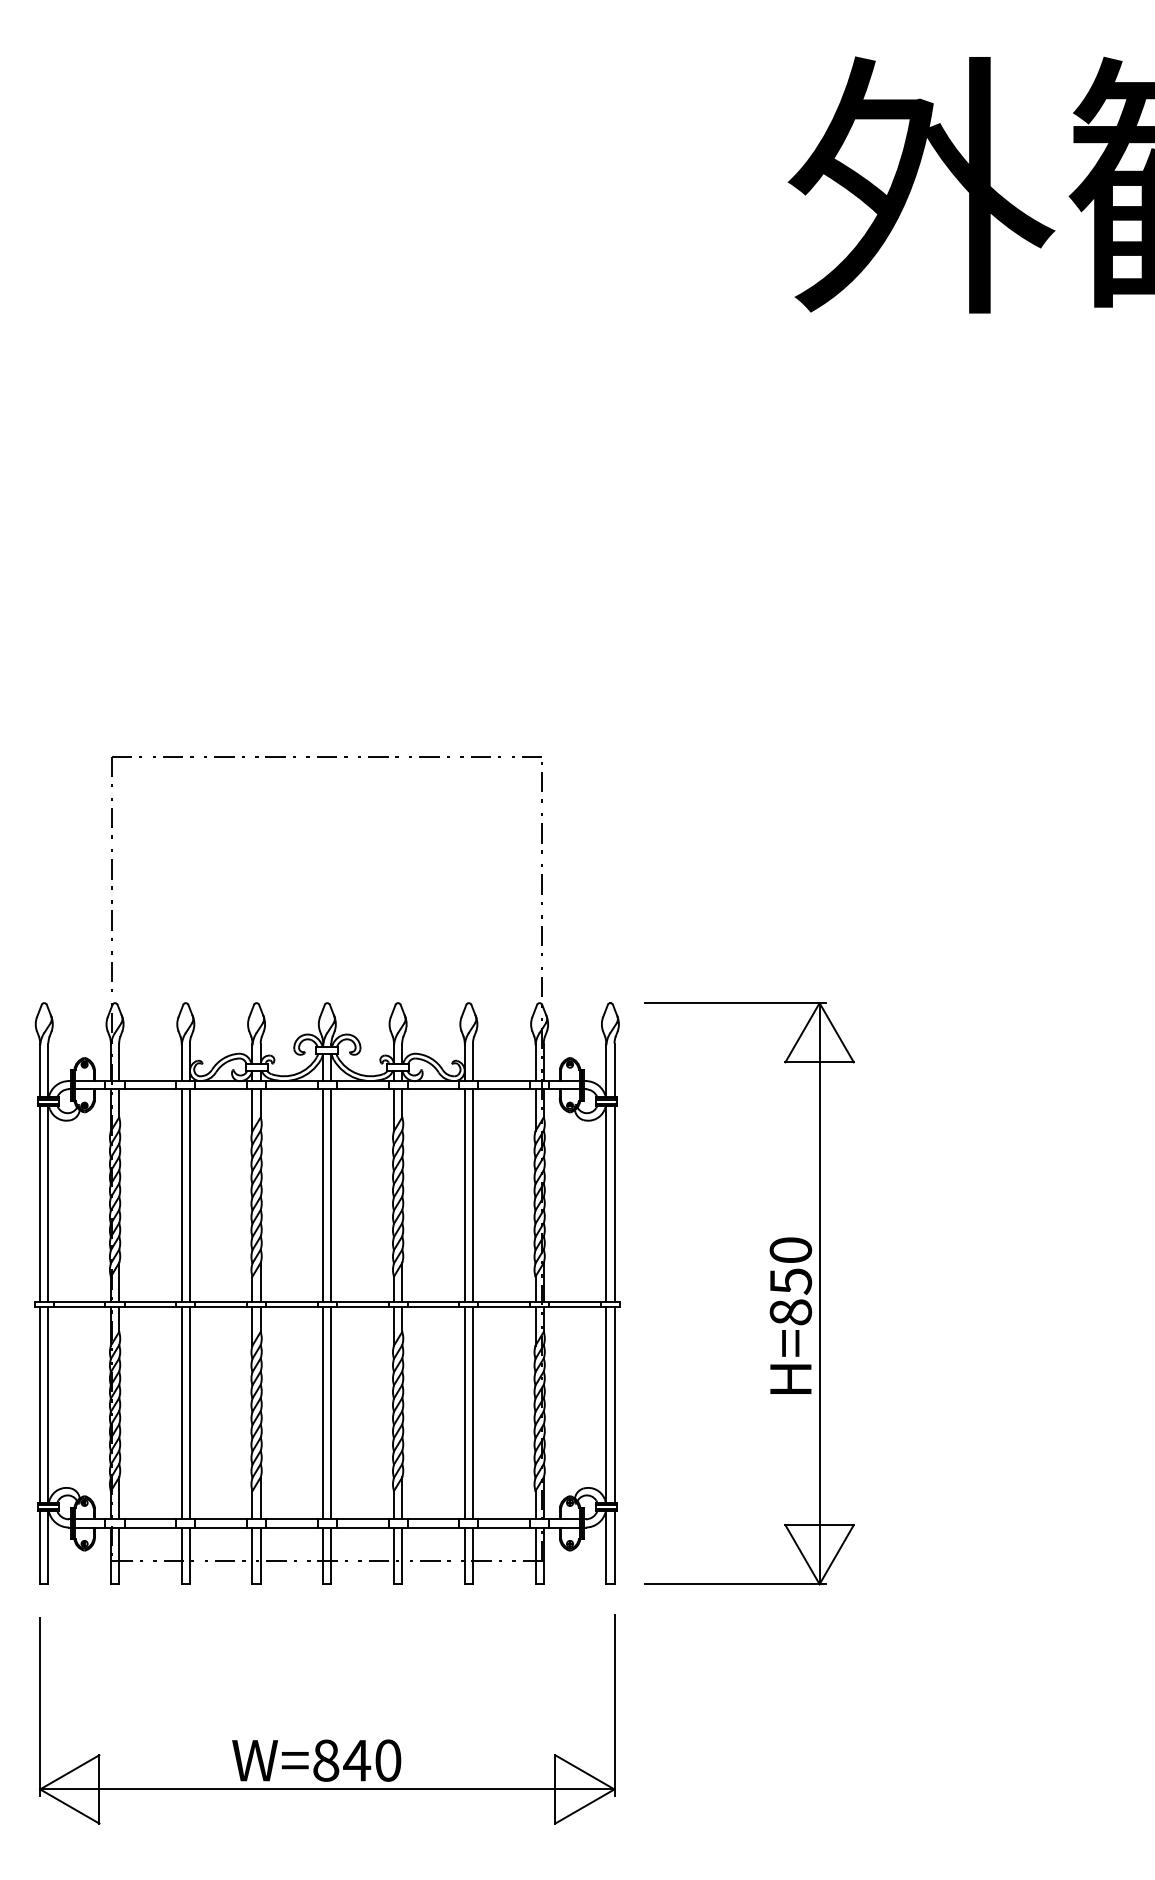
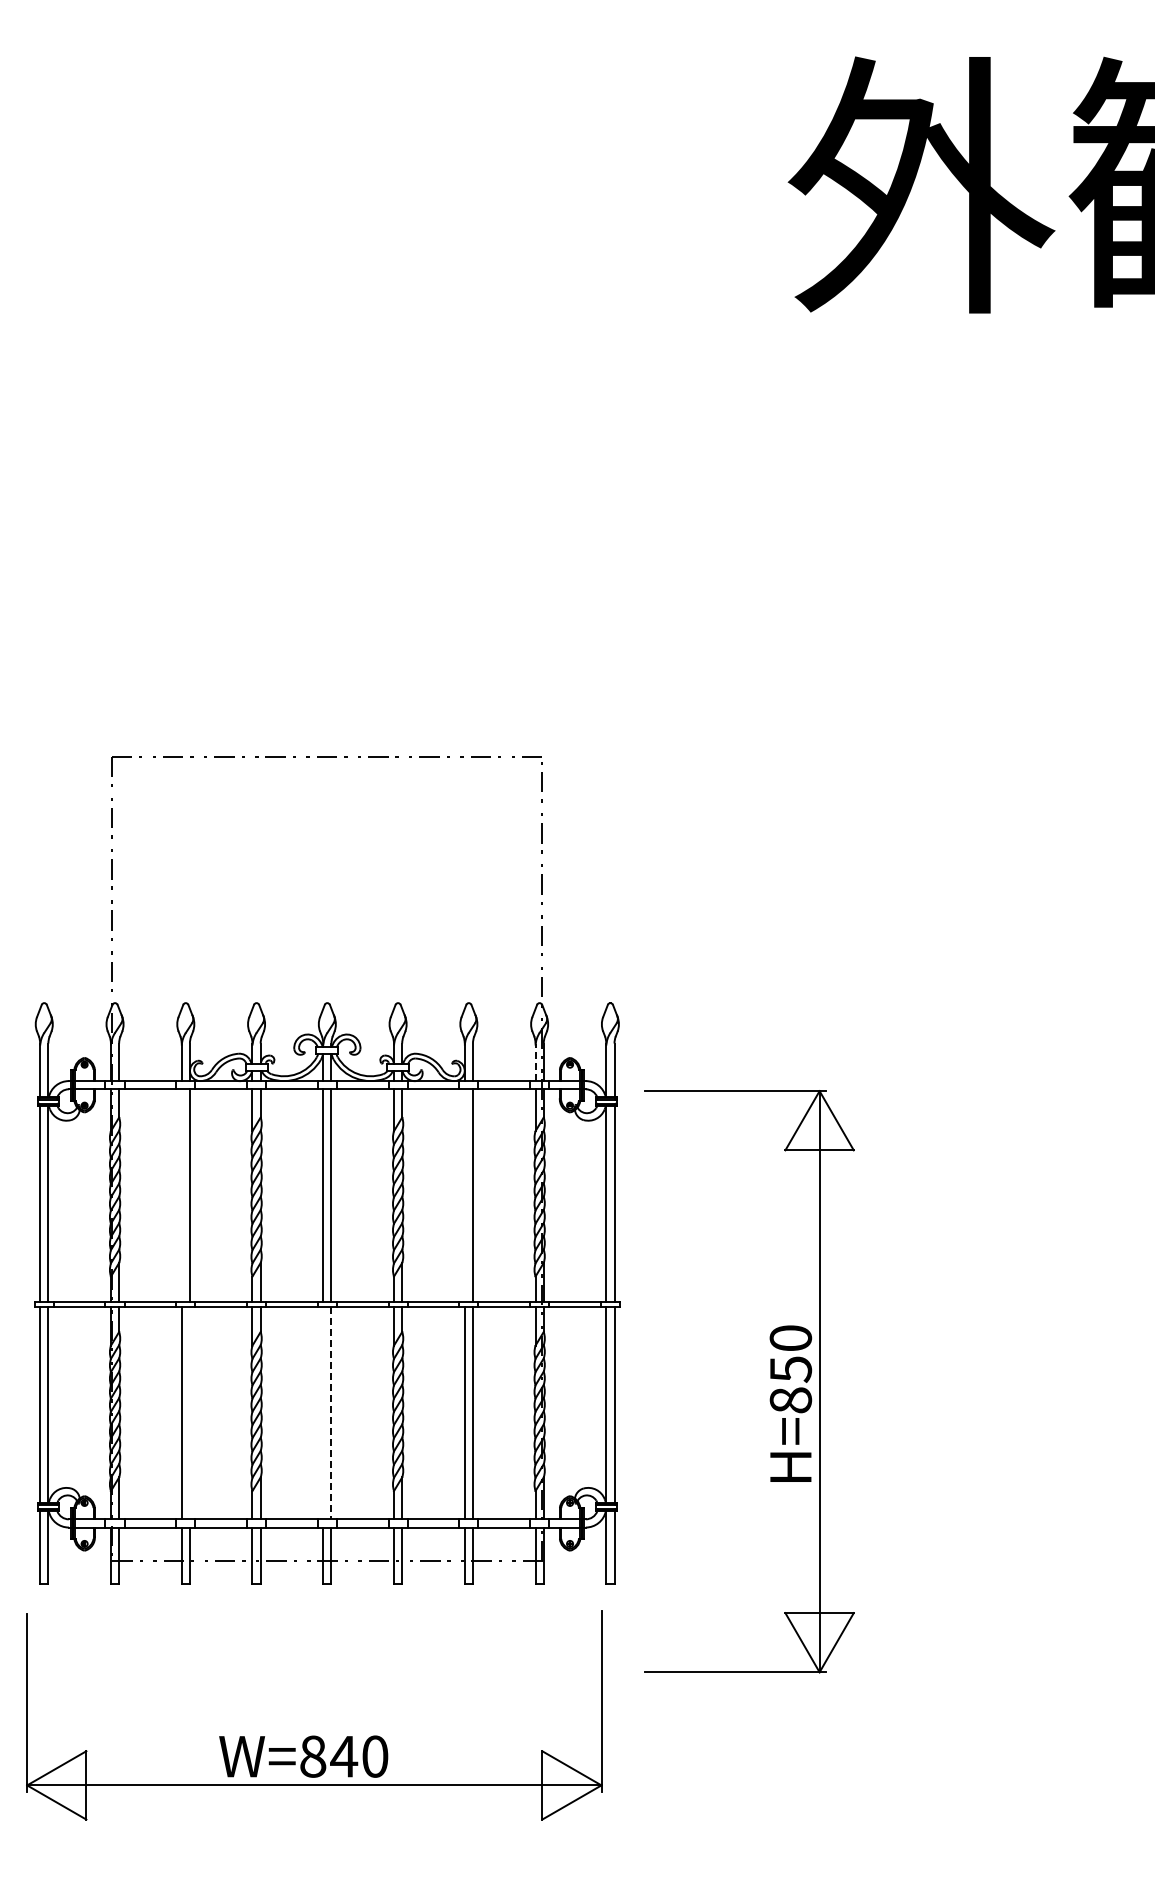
line at (535, 1062): solid -> dashed
line at (181, 1195): present -> none
line at (464, 1195): present -> none
part at (770, 1290) position: (770, 1290) -> (770, 1378)
line at (189, 1412): present -> none
line at (323, 1412): present -> none
line at (331, 1413): solid -> dashed
part at (327, 1739) position: (327, 1739) -> (314, 1735)
